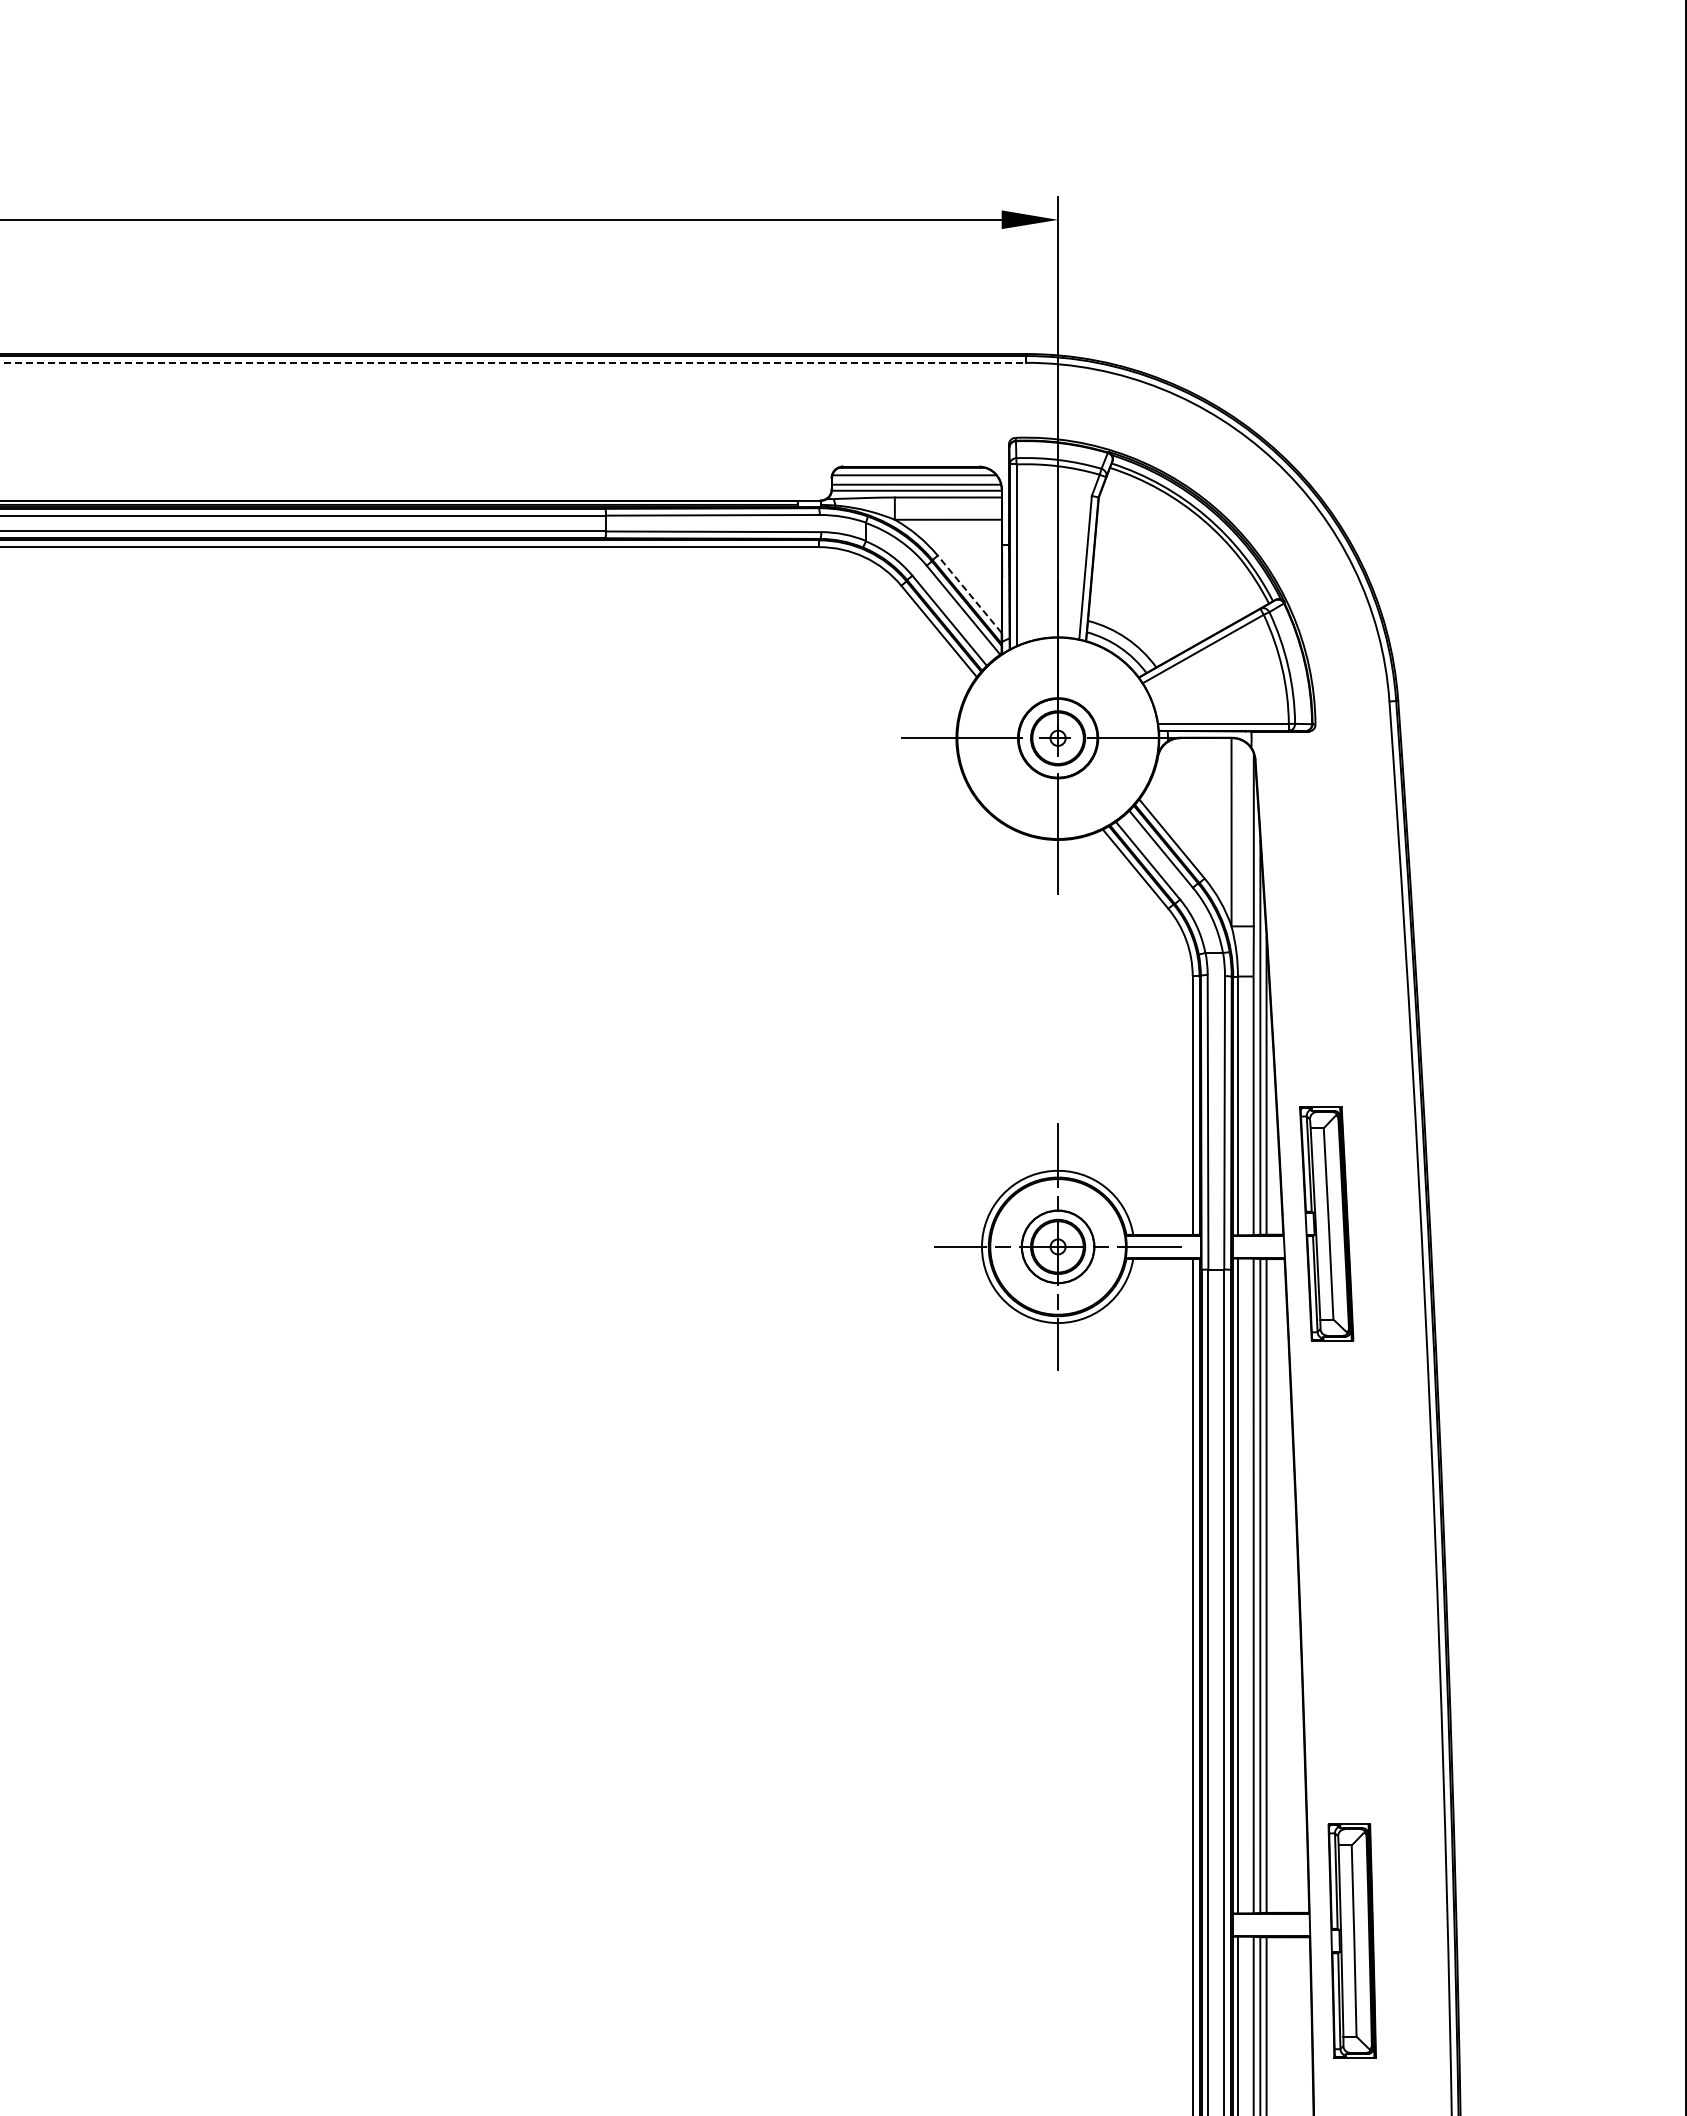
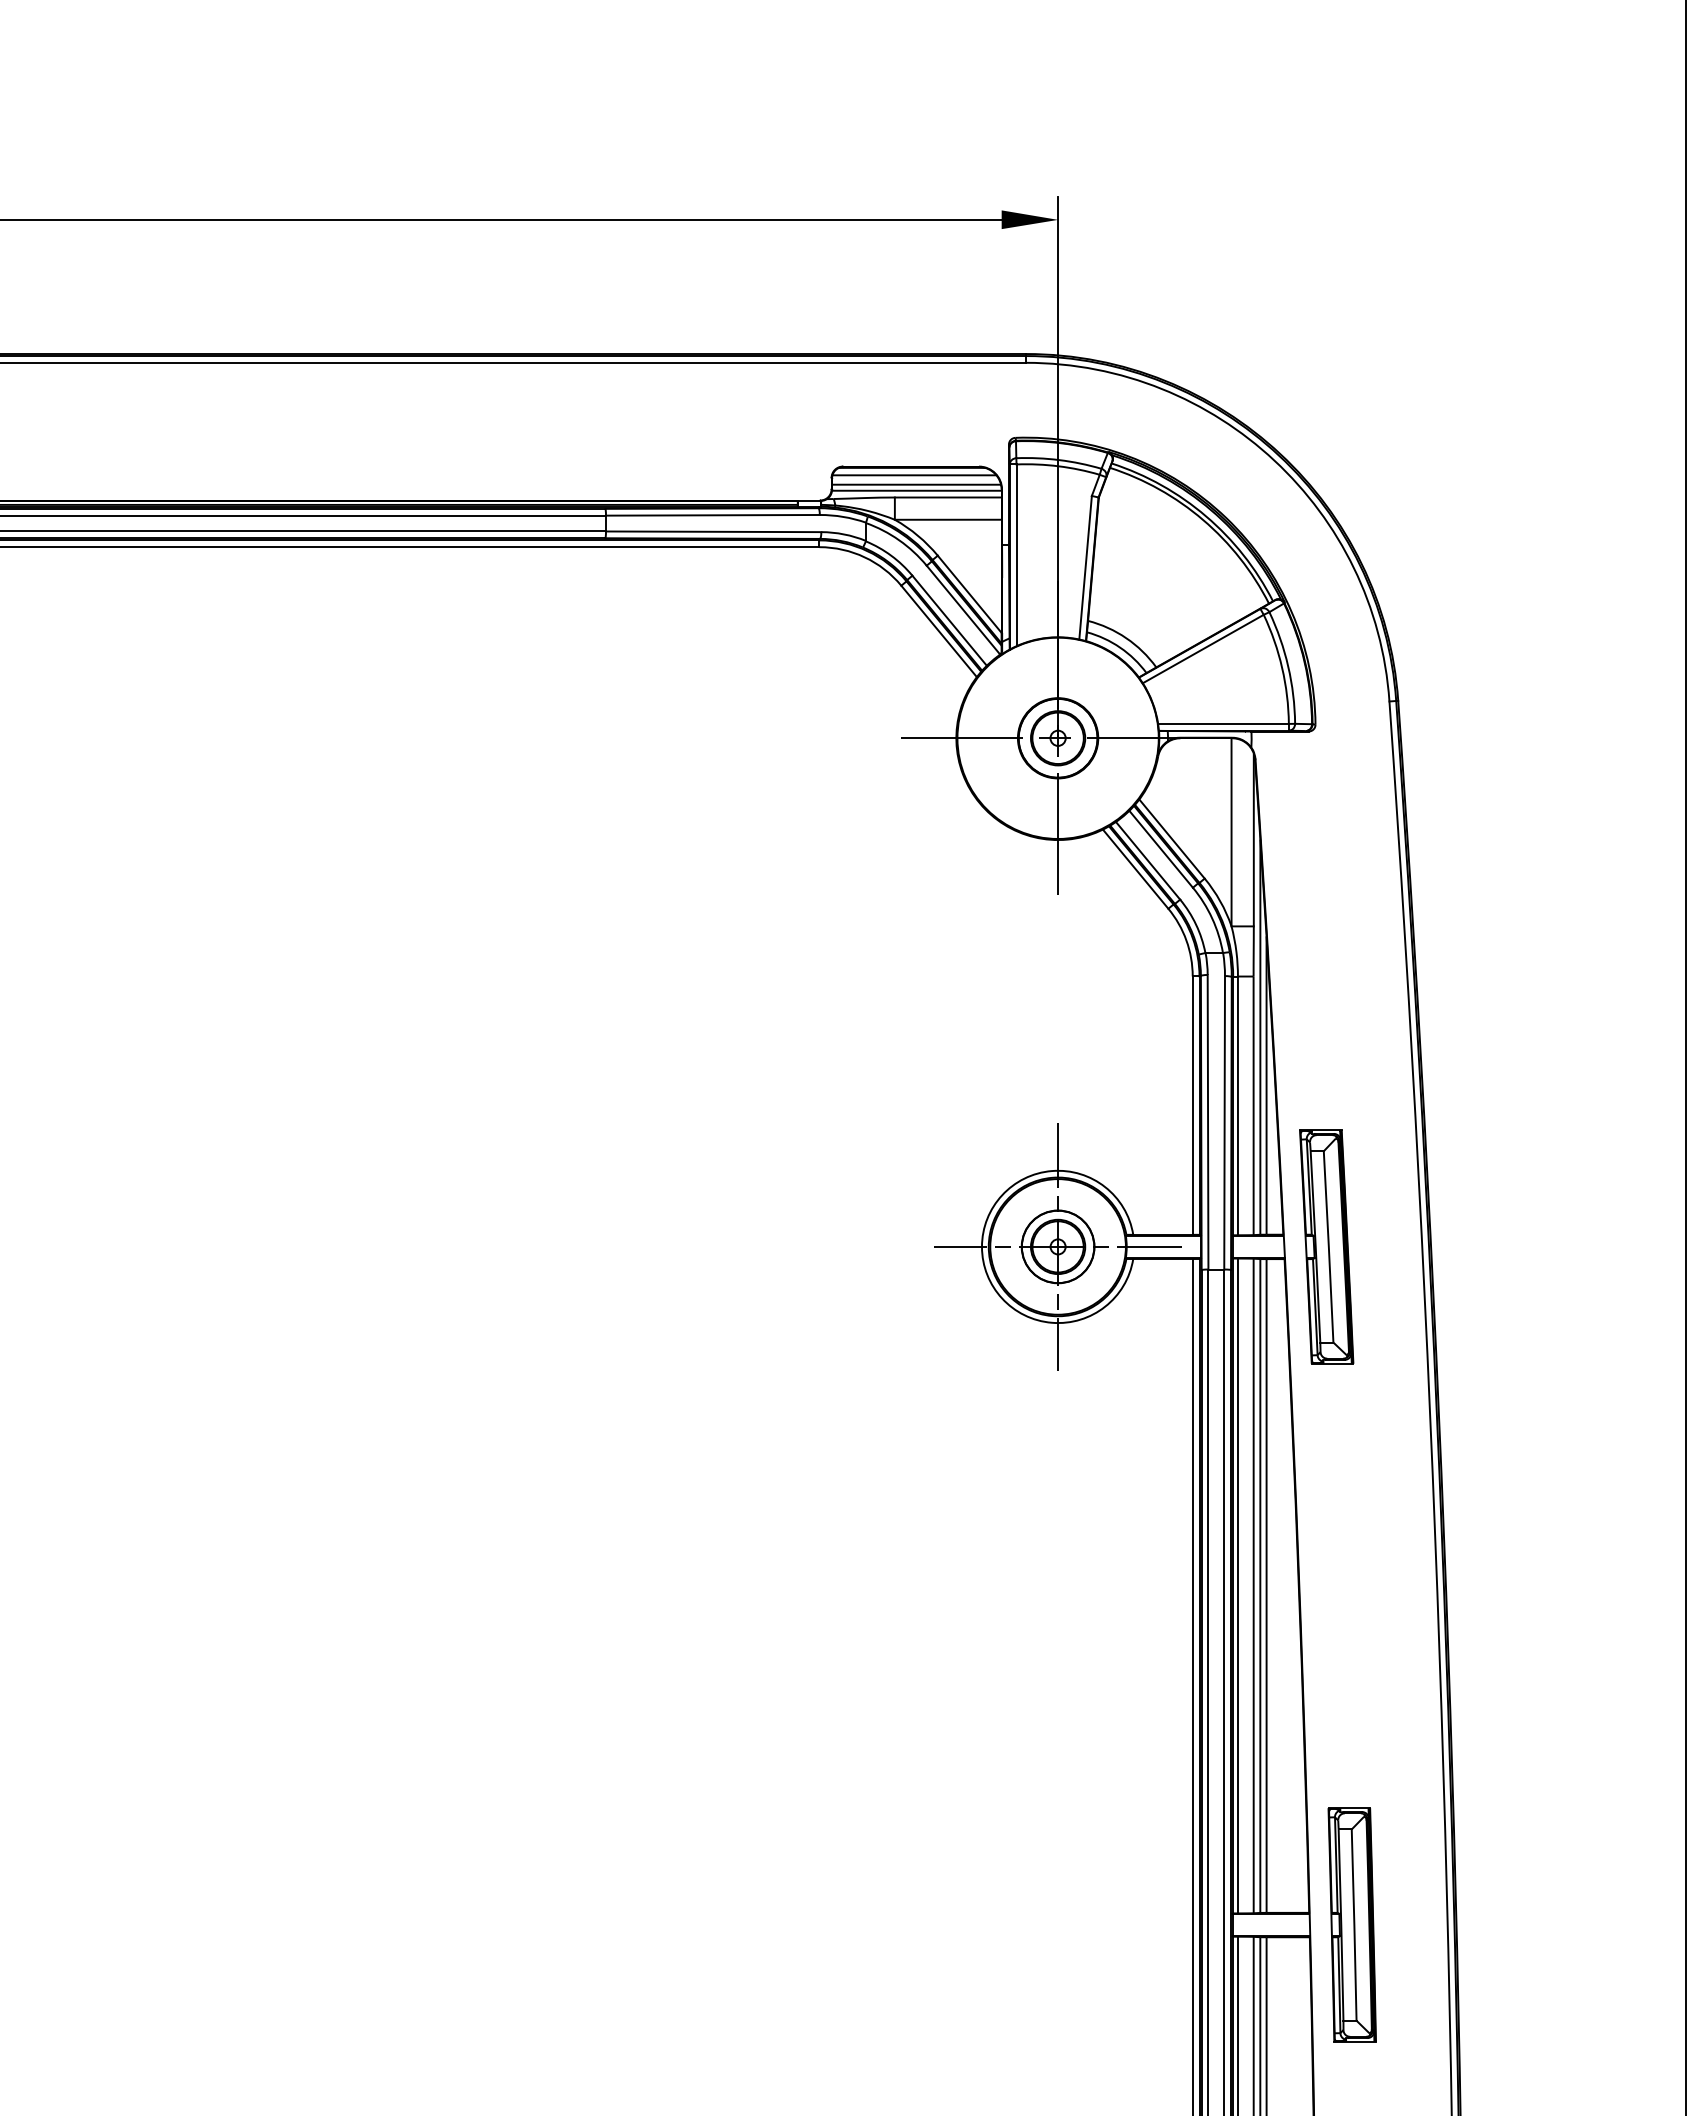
line at (513, 362): dashed -> solid
line at (969, 593): dashed -> solid
part at (1326, 1223) position: (1326, 1223) -> (1326, 1246)
part at (1351, 1940) position: (1351, 1940) -> (1351, 1924)
